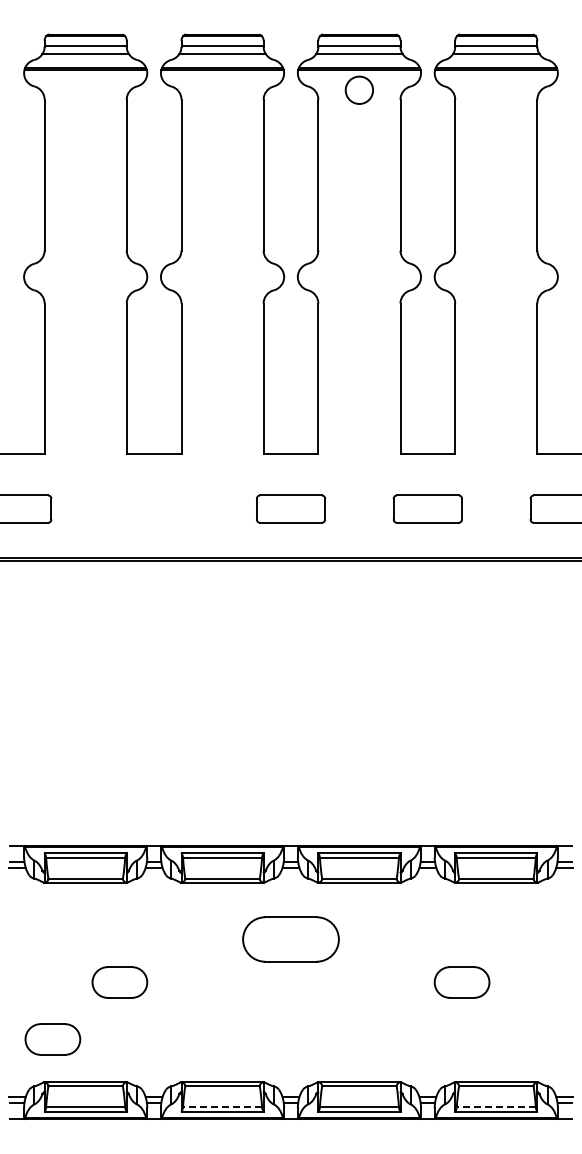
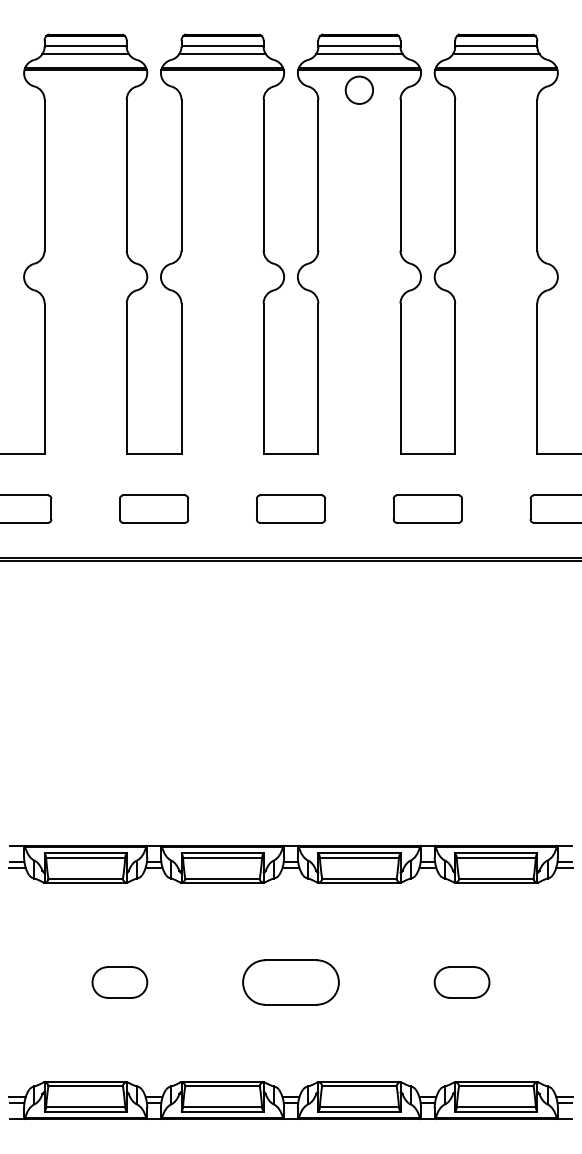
part at (154, 508): none -> present
part at (290, 939) position: (290, 939) -> (290, 982)
part at (52, 1039): present -> none
line at (222, 1107): dashed -> solid
line at (496, 1107): dashed -> solid
